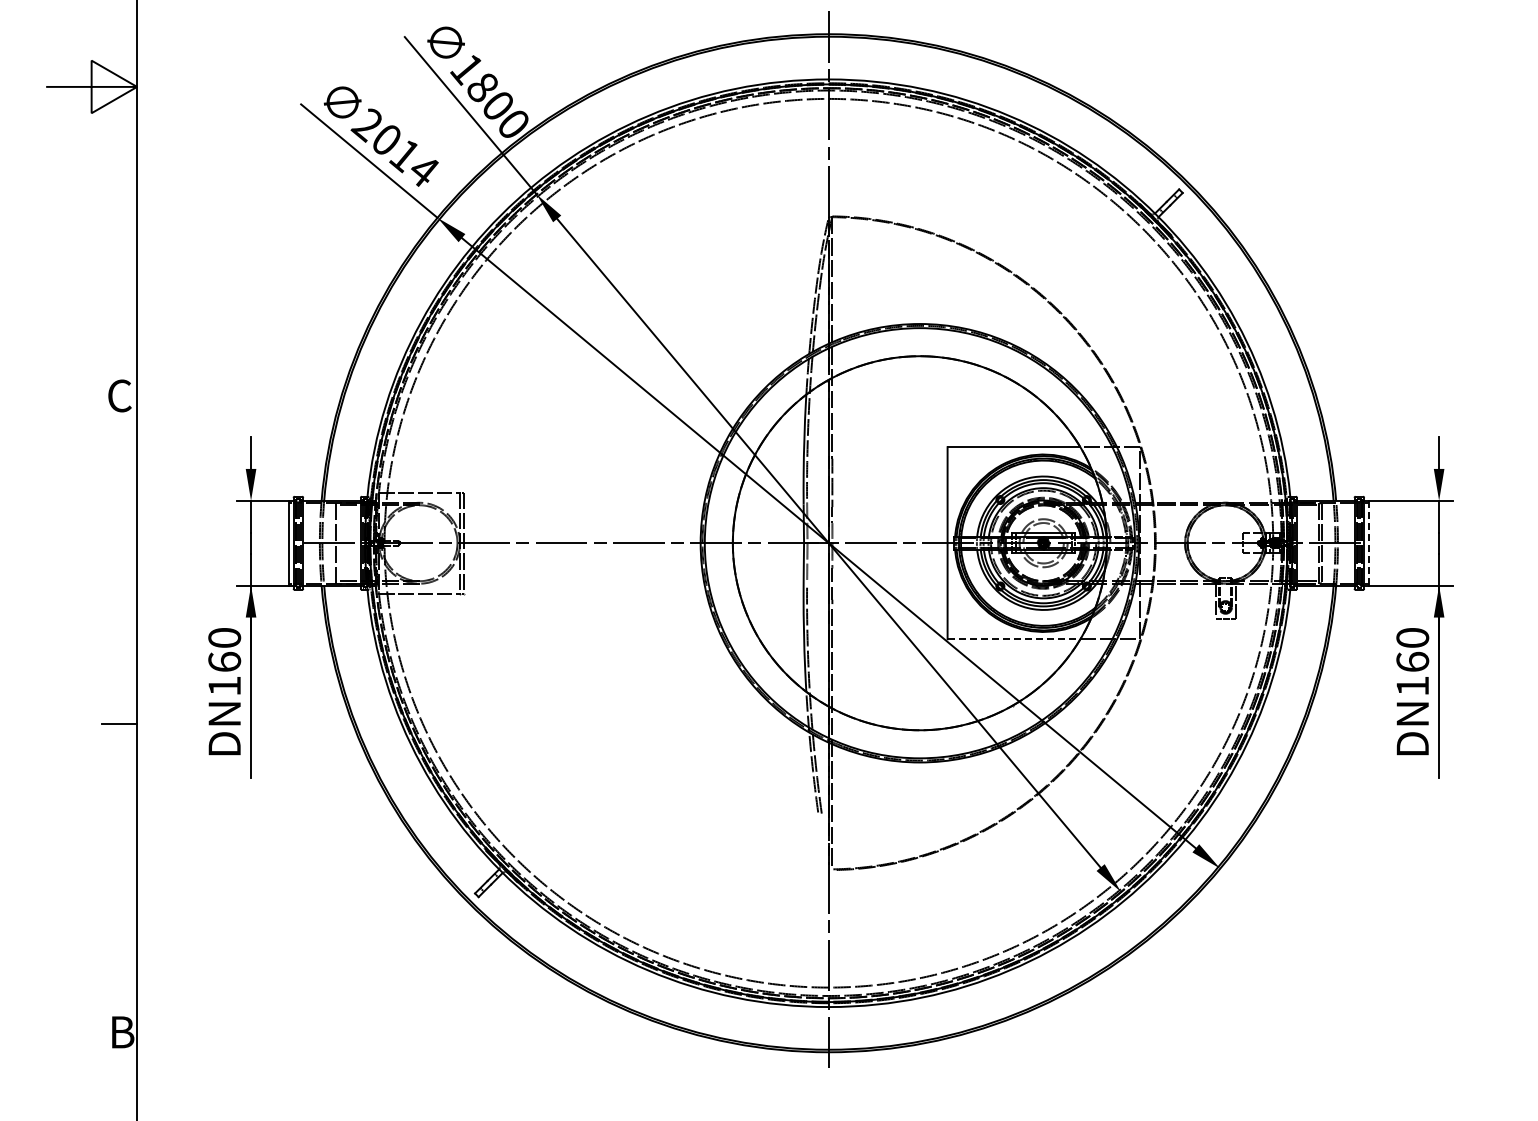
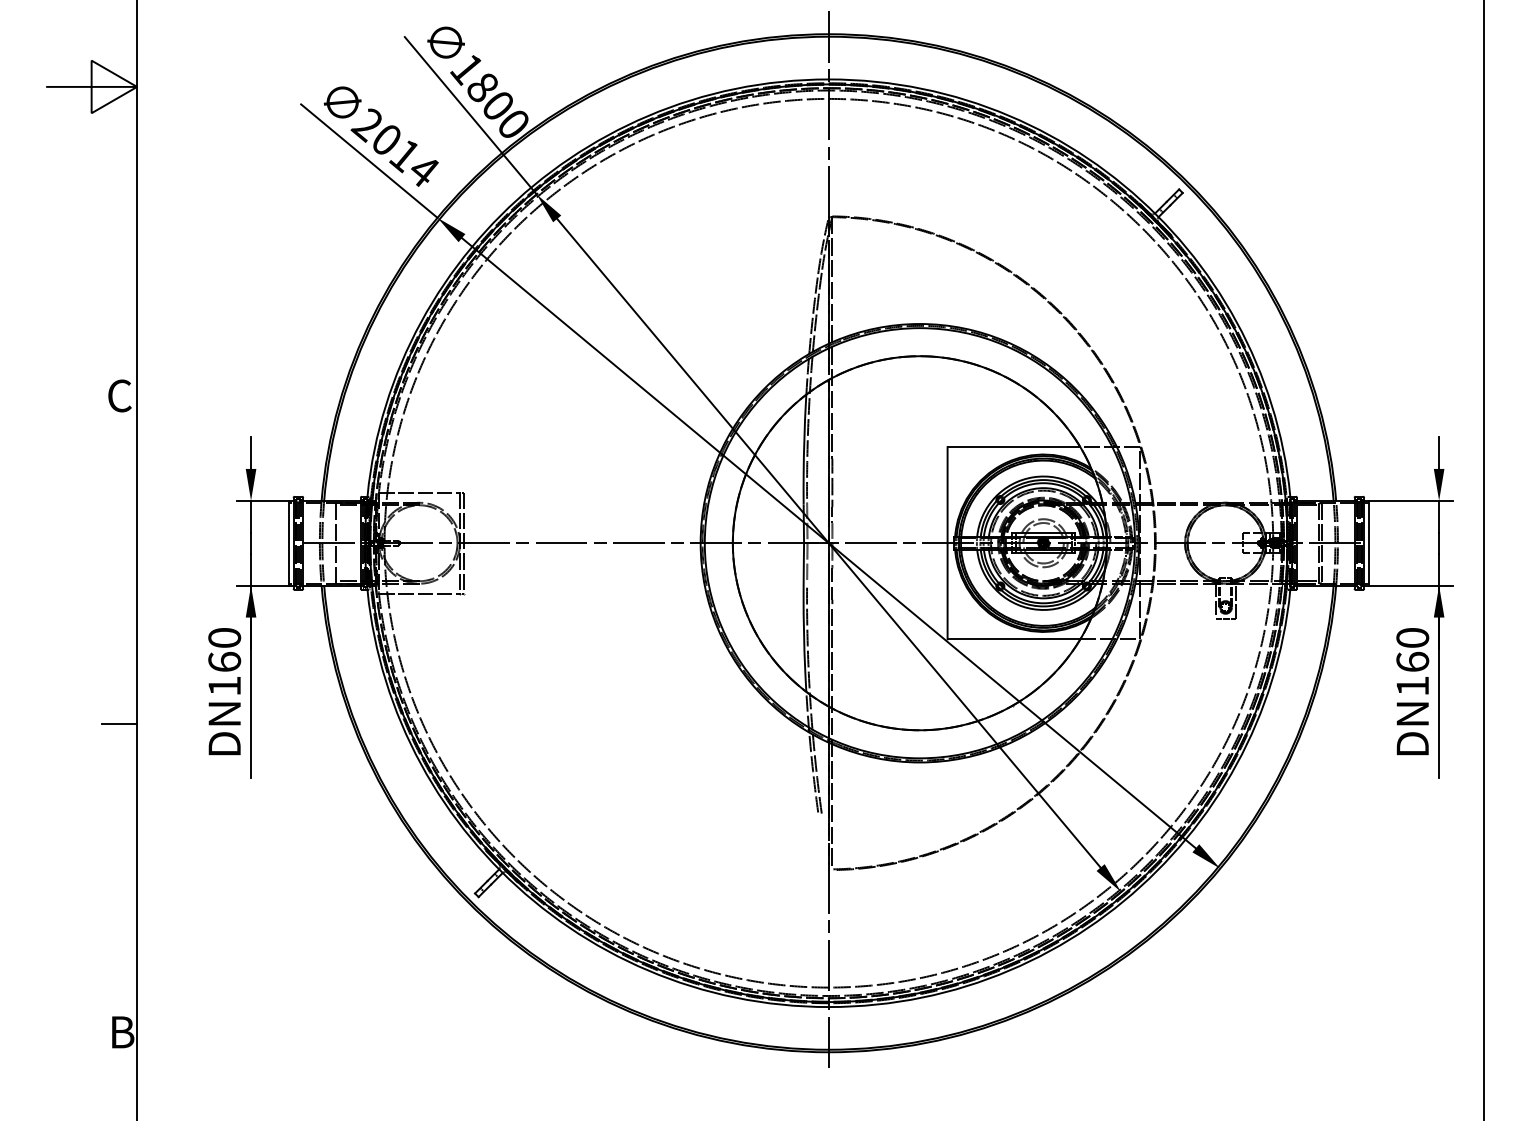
line at (1369, 543): dashed -> solid
line at (1484, 559): none -> present
line at (1014, 639): dashed -> solid
